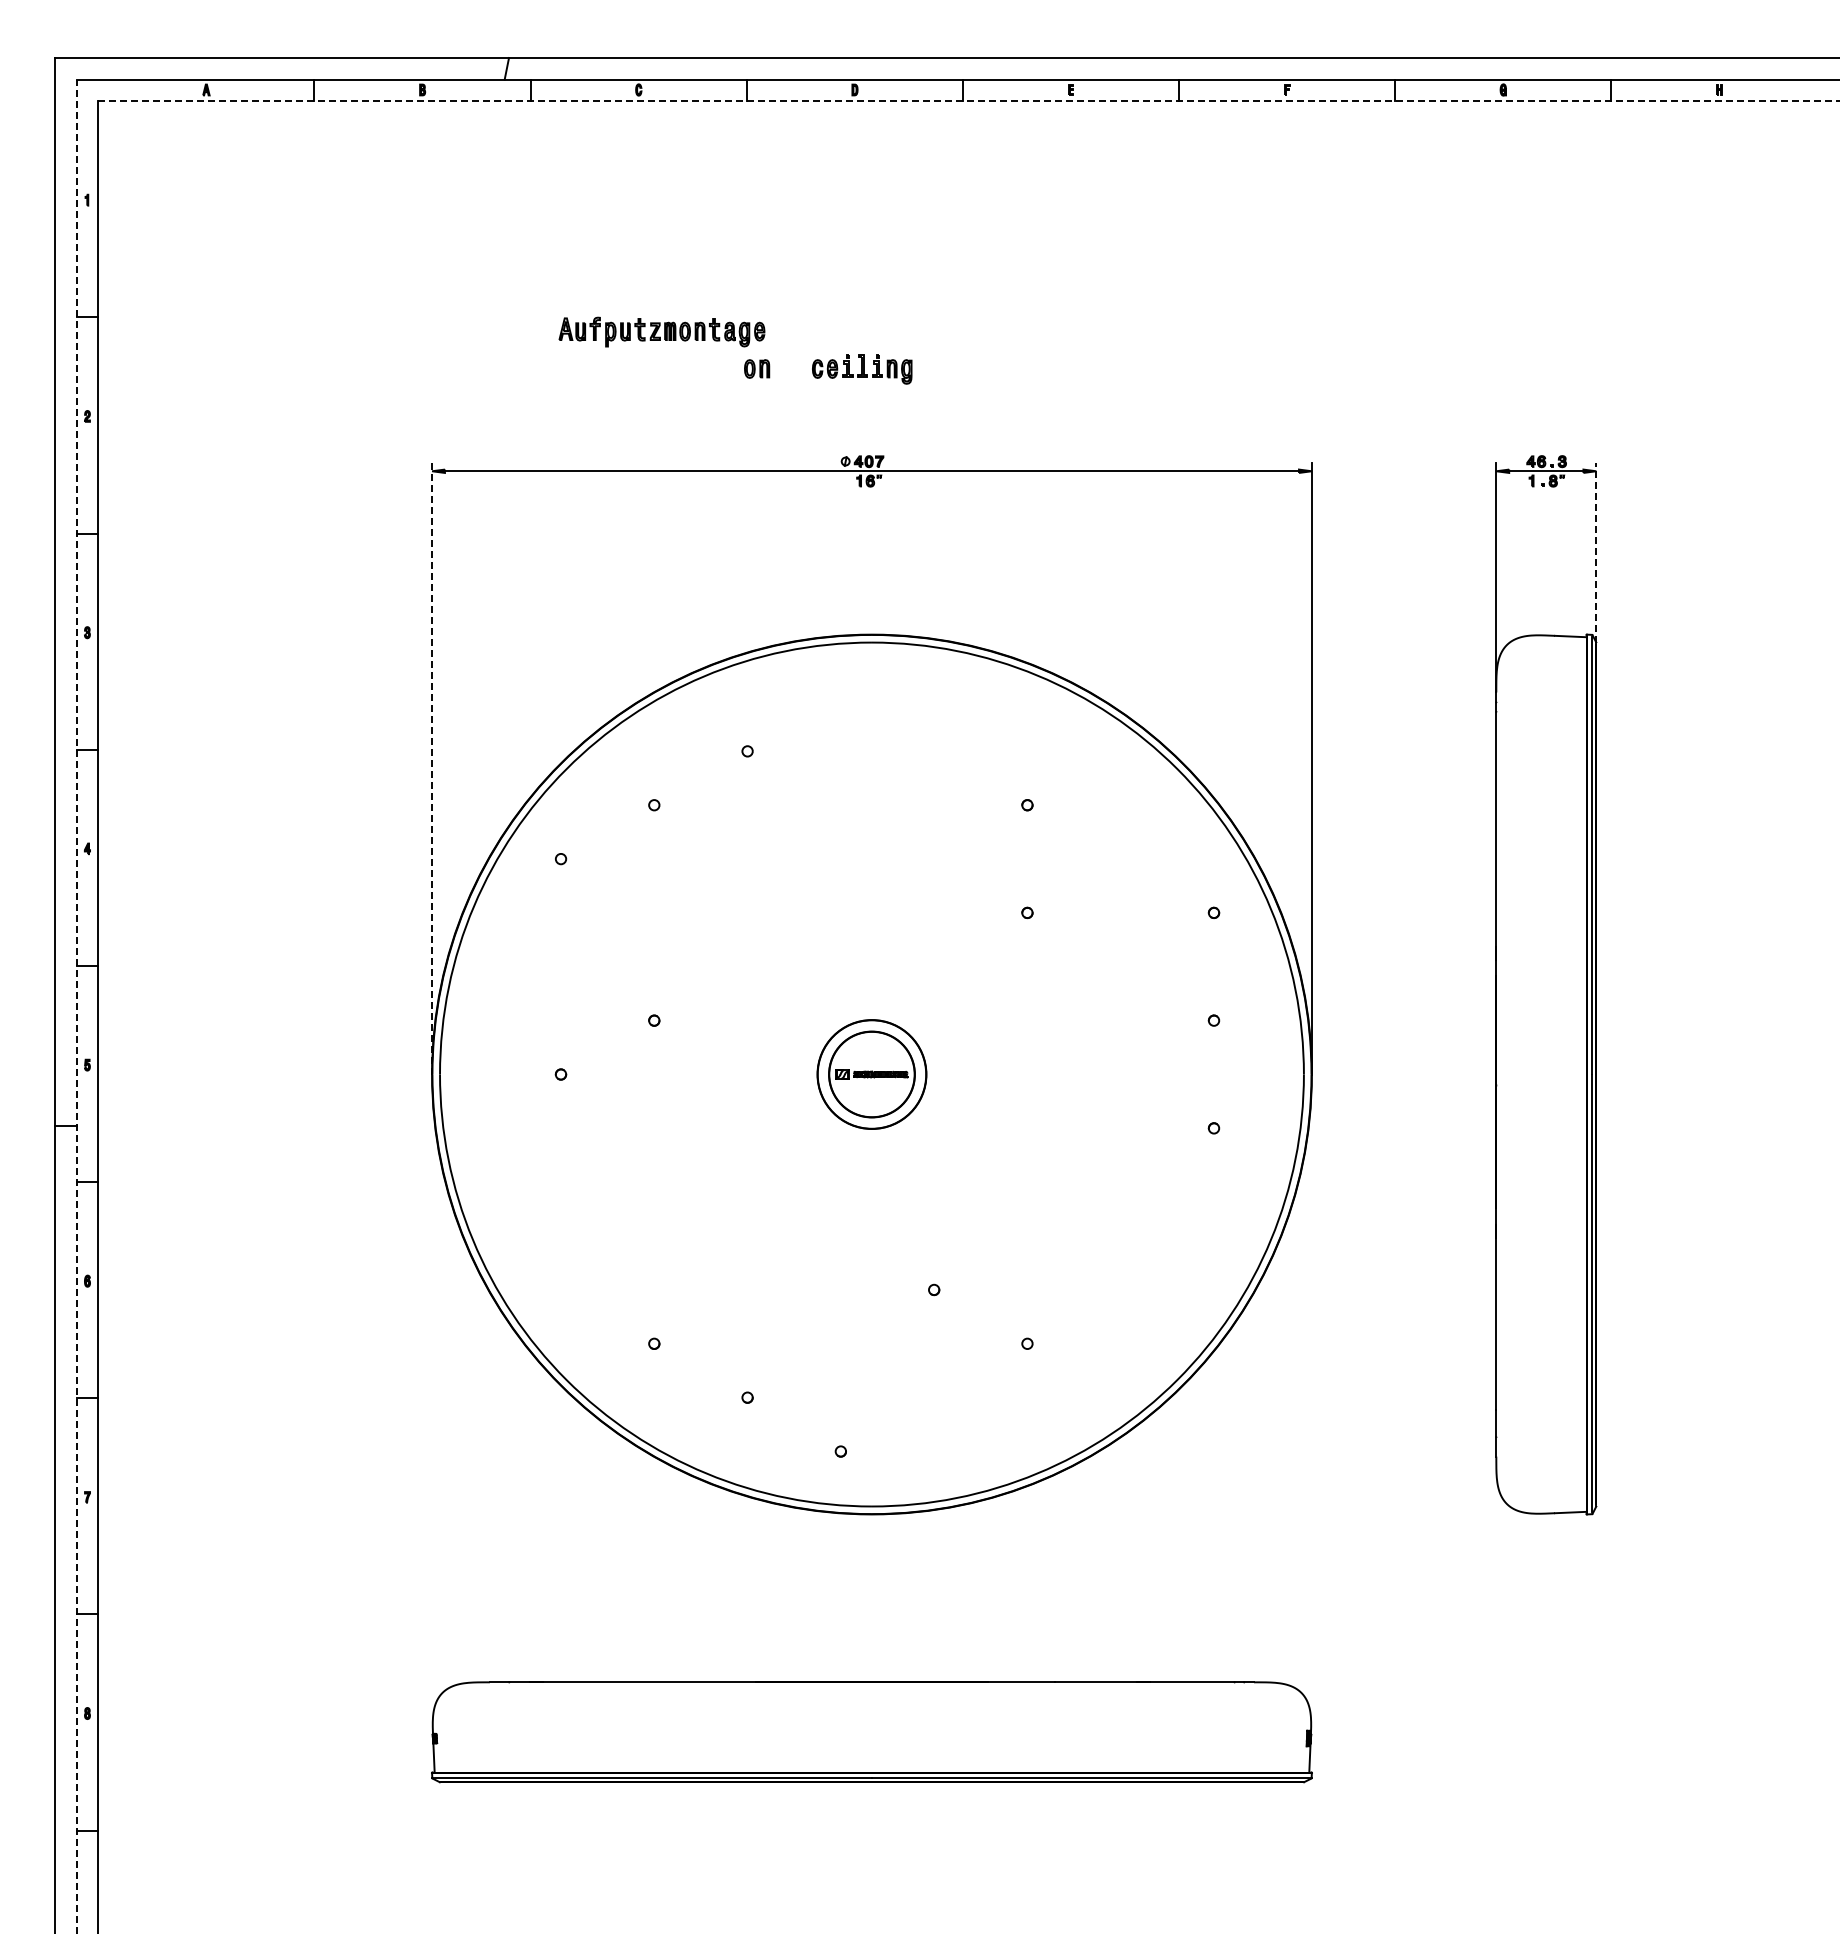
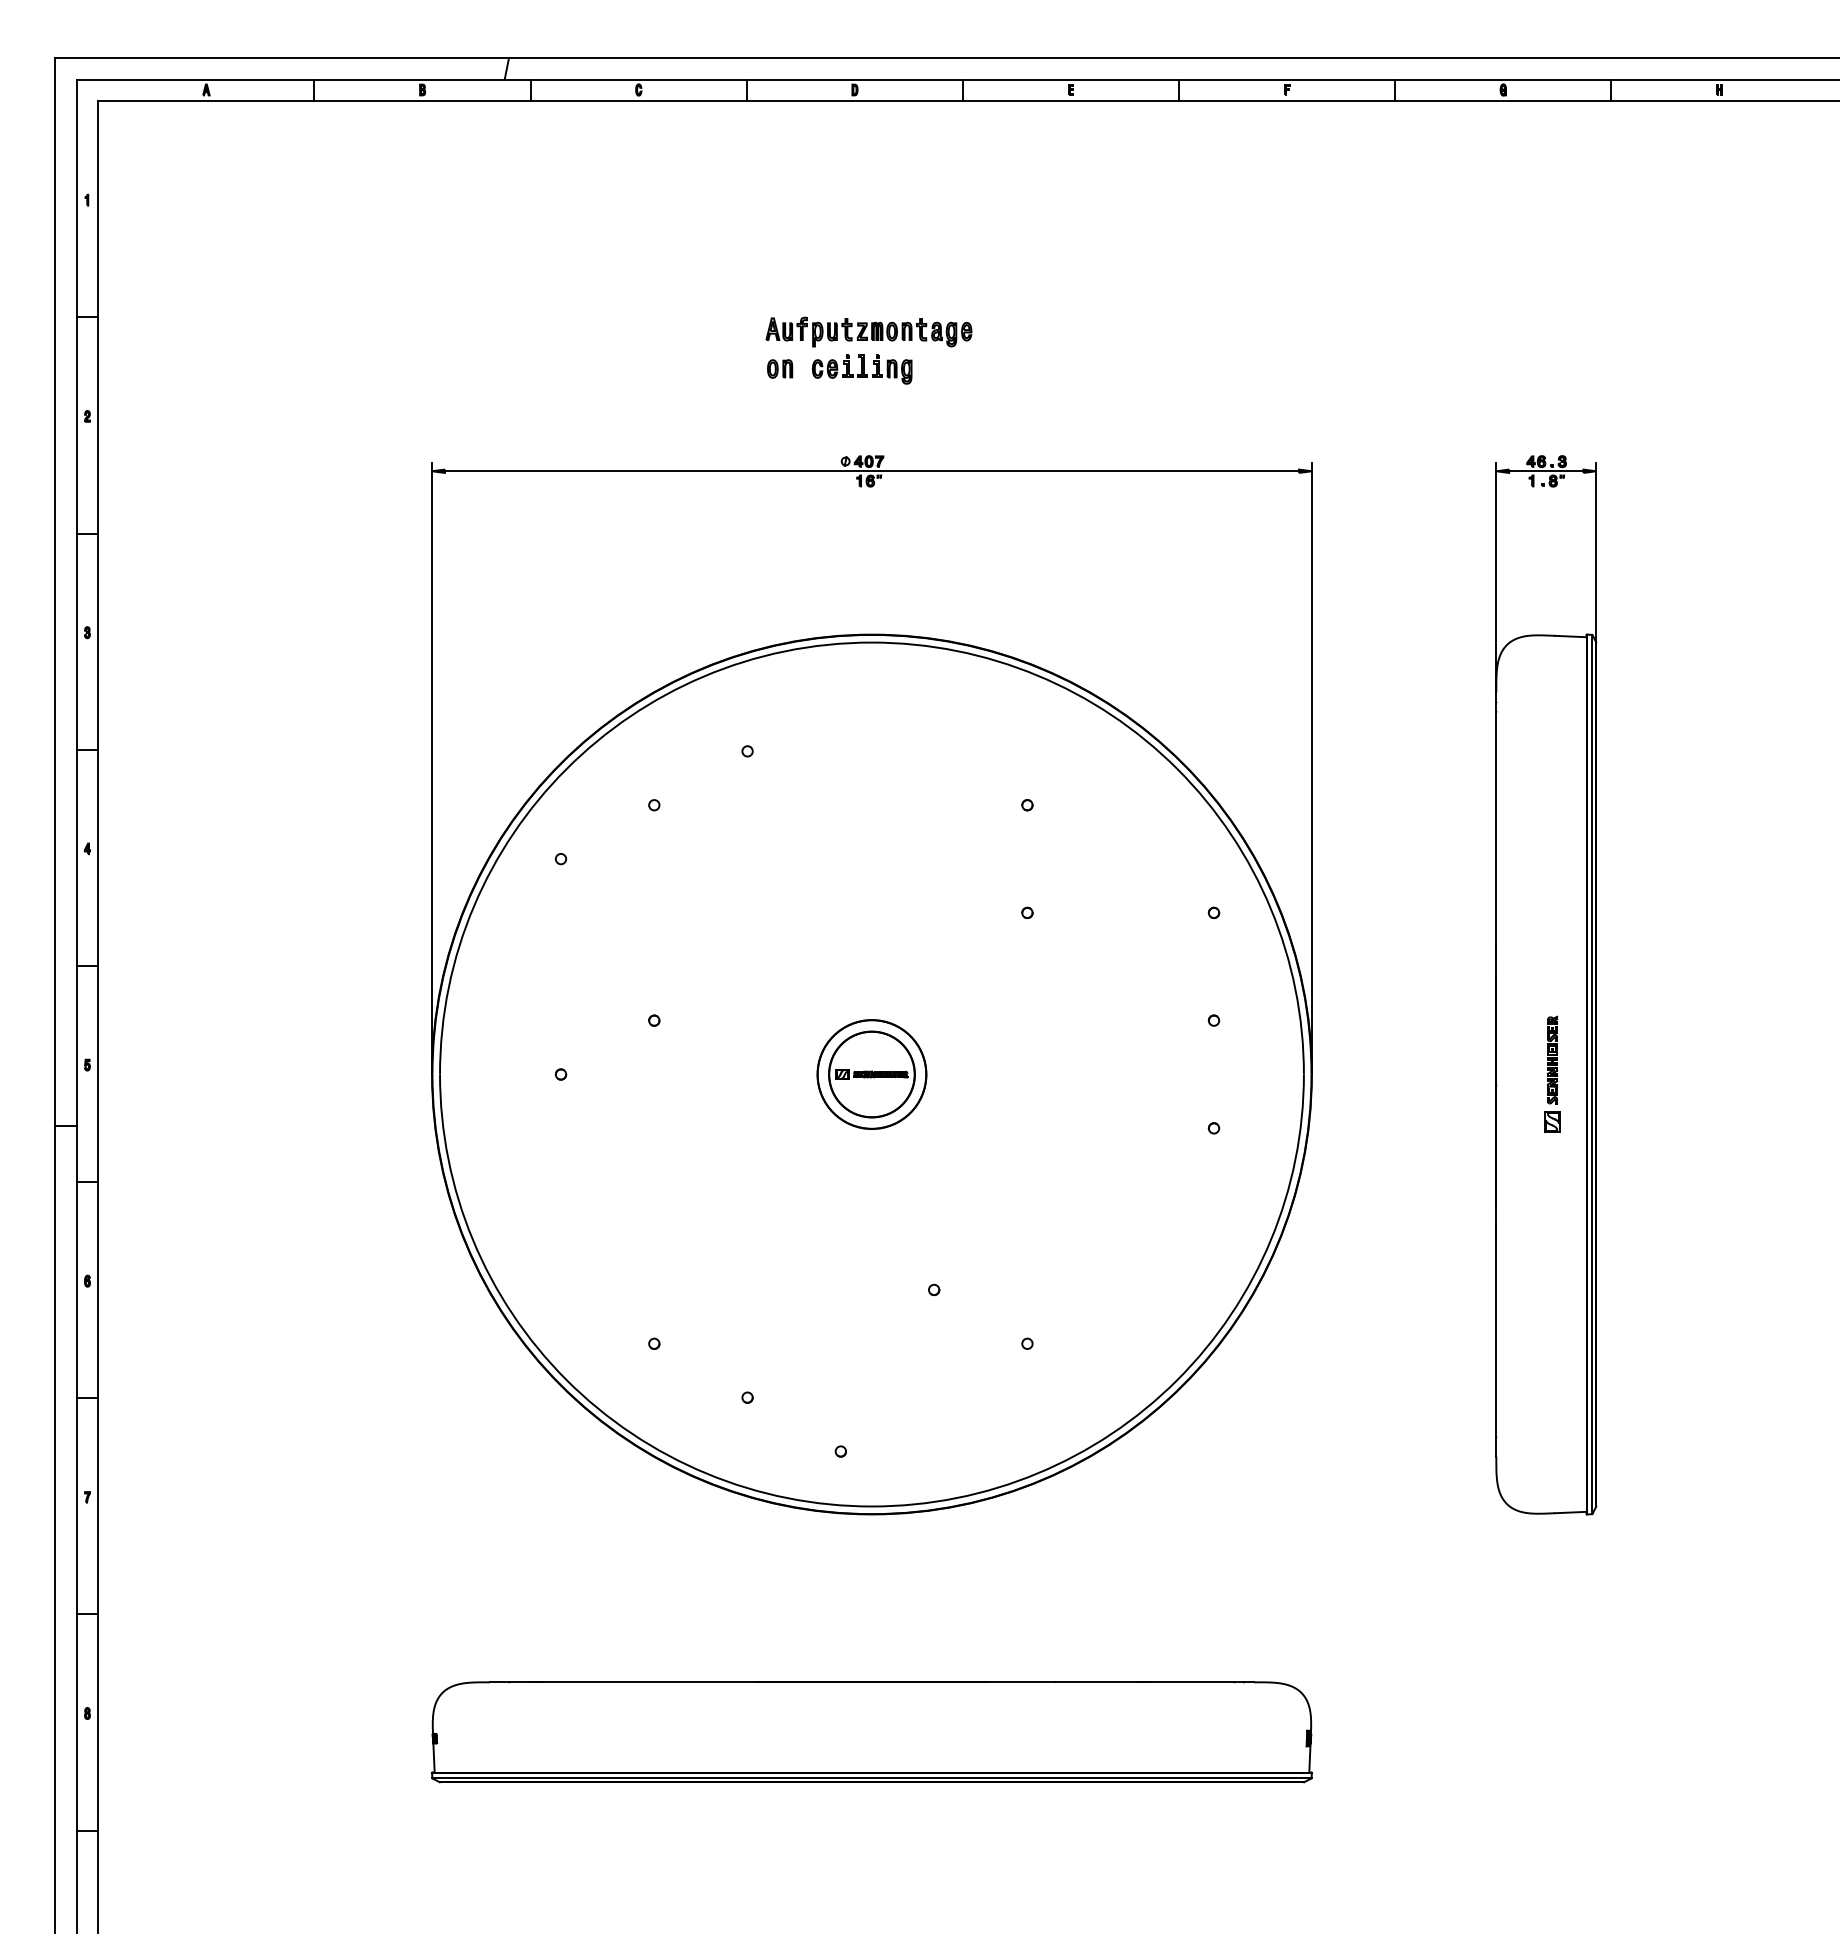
line at (969, 101): dashed -> solid
part at (661, 331) position: (661, 331) -> (868, 331)
part at (757, 368) position: (757, 368) -> (780, 368)
line at (1596, 552): dashed -> solid
line at (432, 768): dashed -> solid
line at (76, 1006): dashed -> solid
part at (1552, 1073): none -> present
